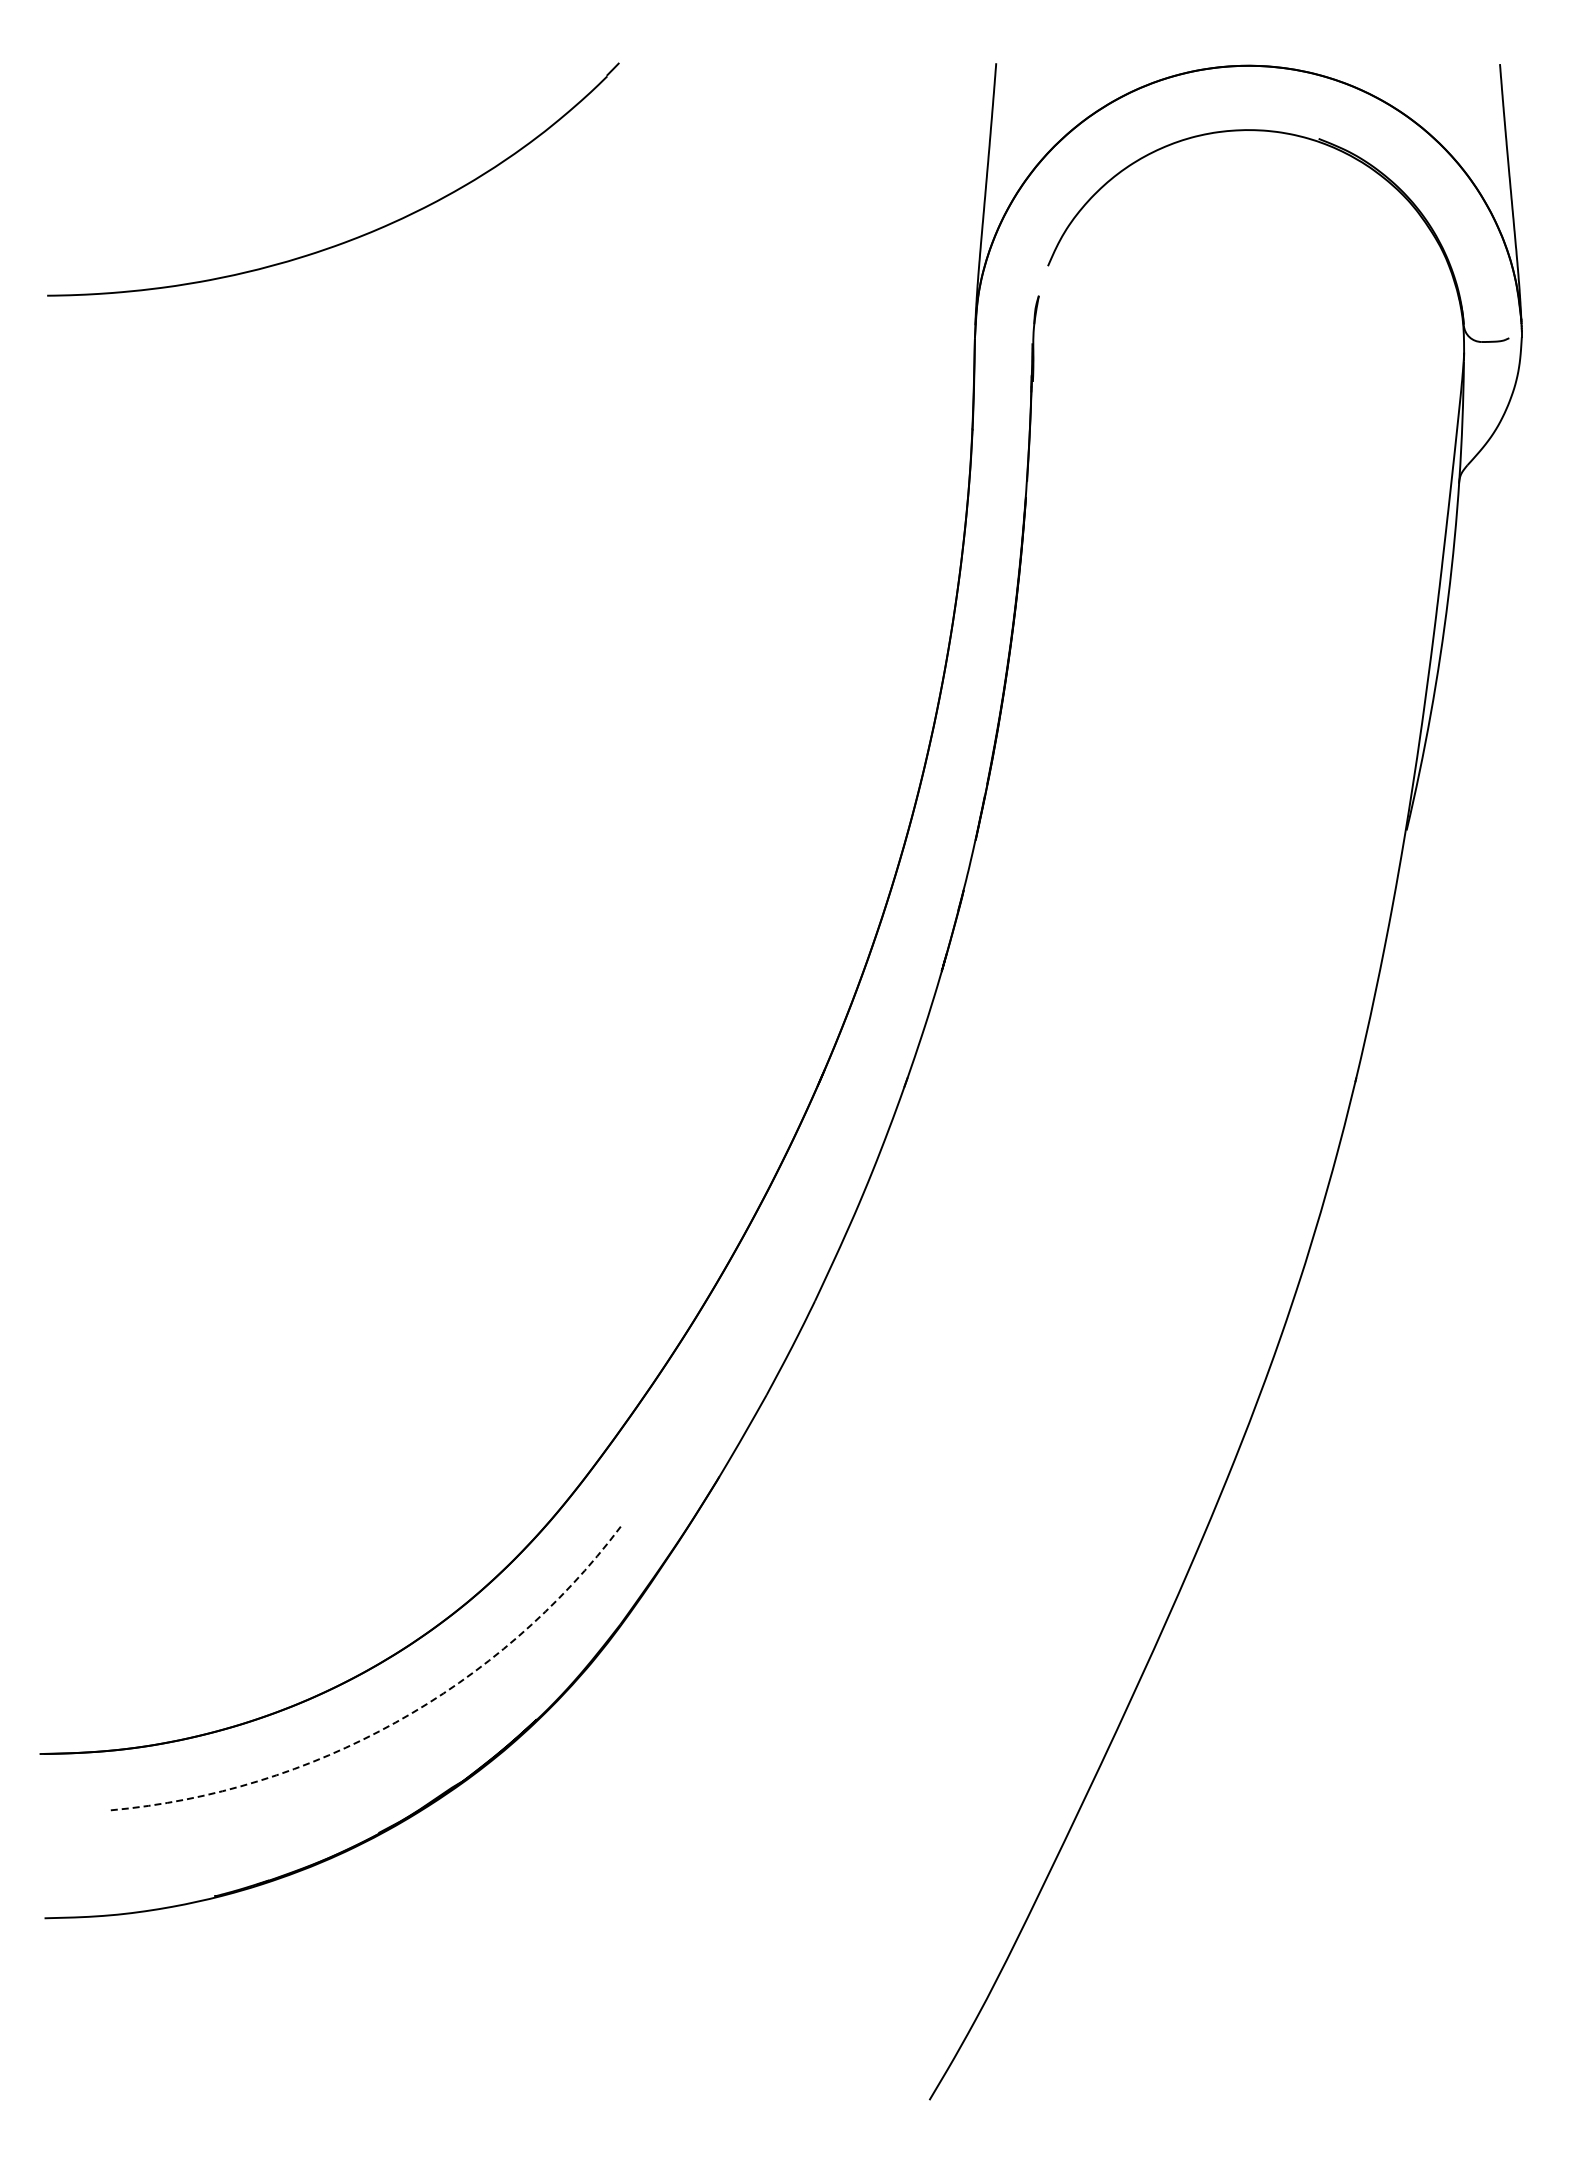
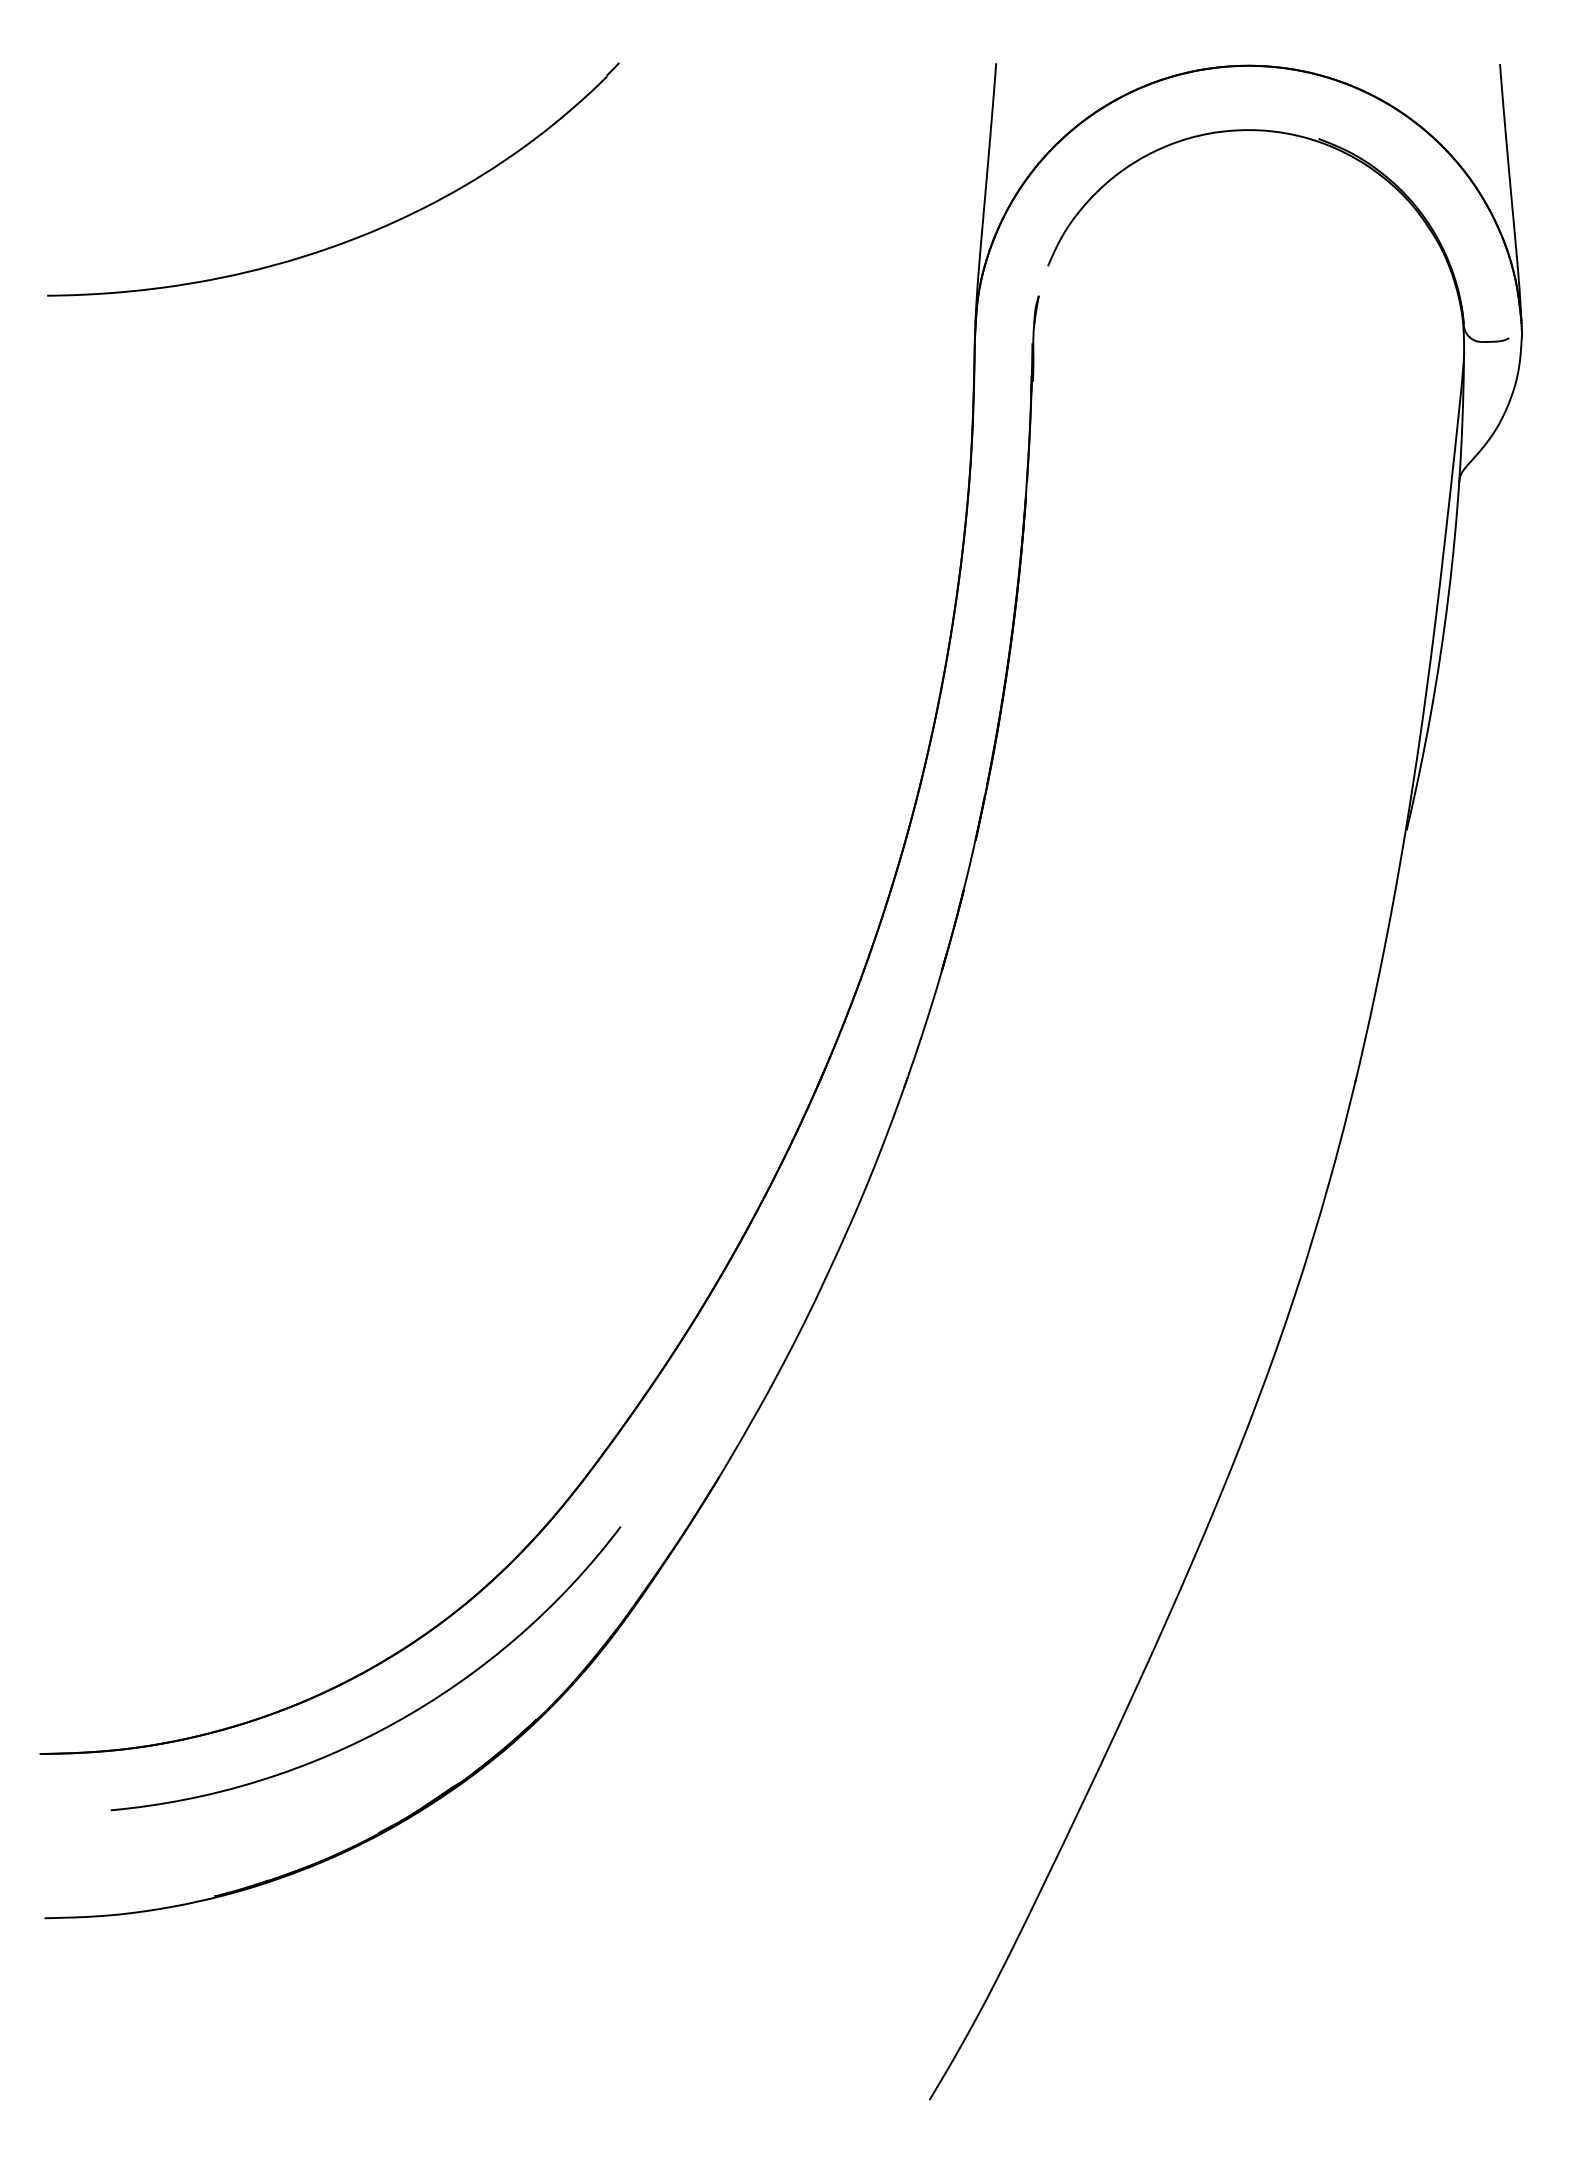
arc at (395, 1722): dashed -> solid
